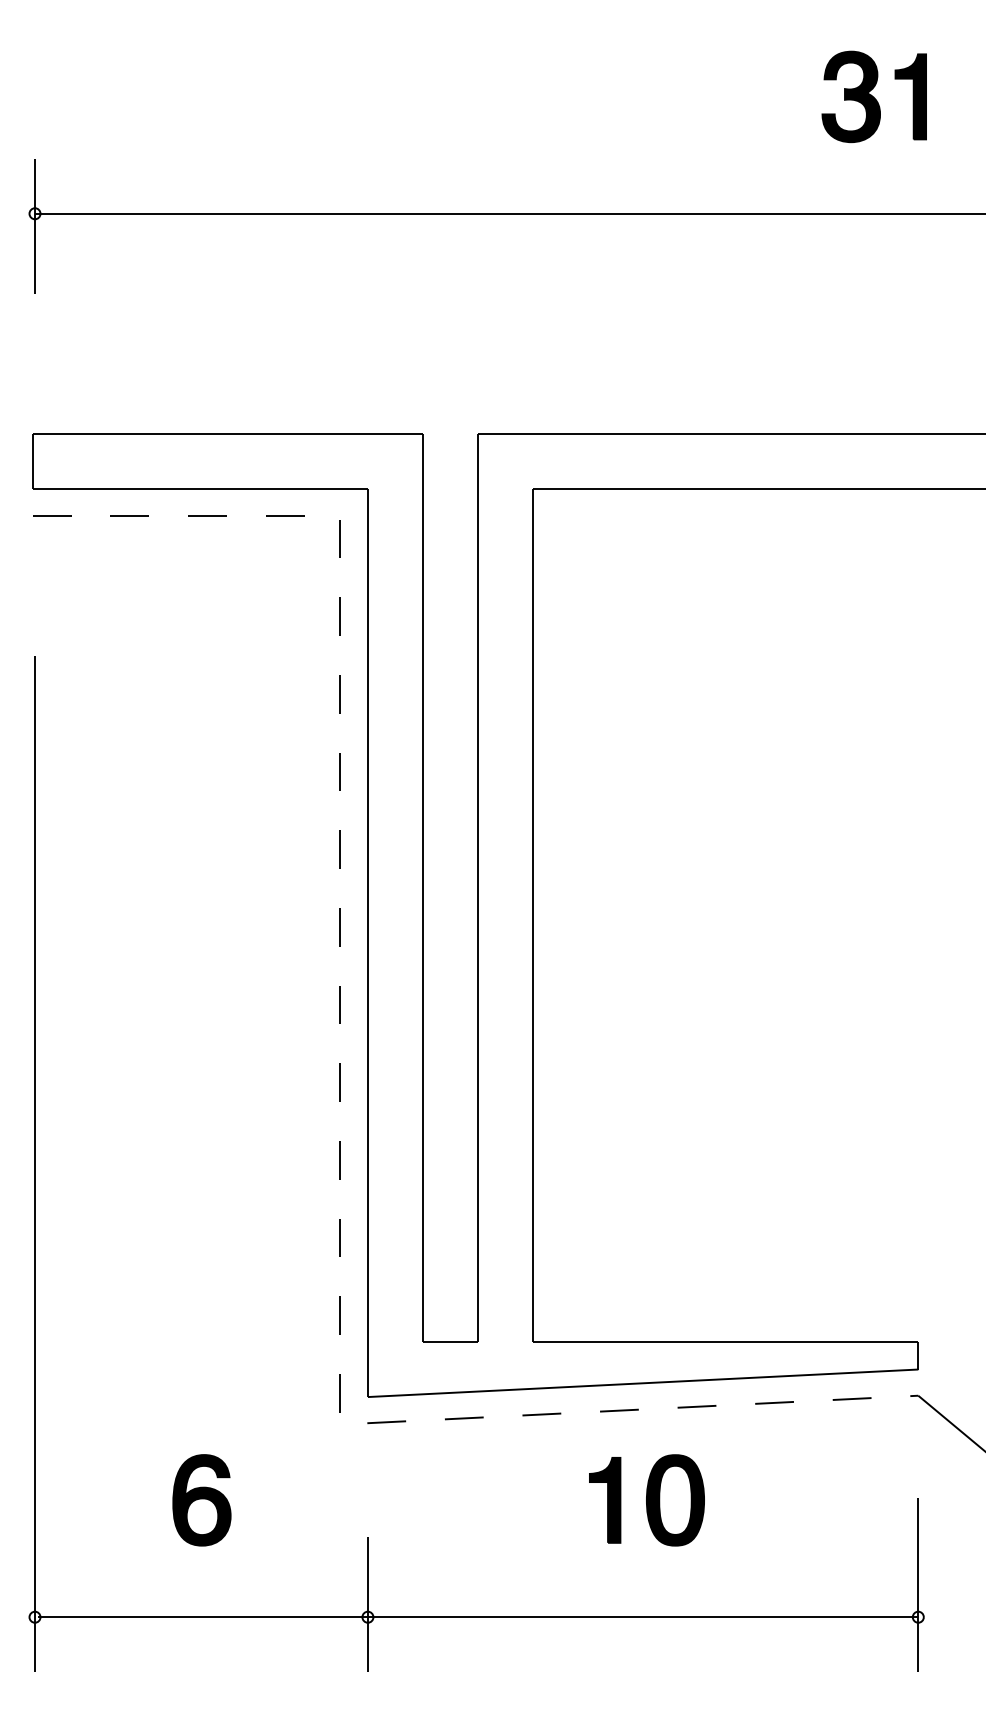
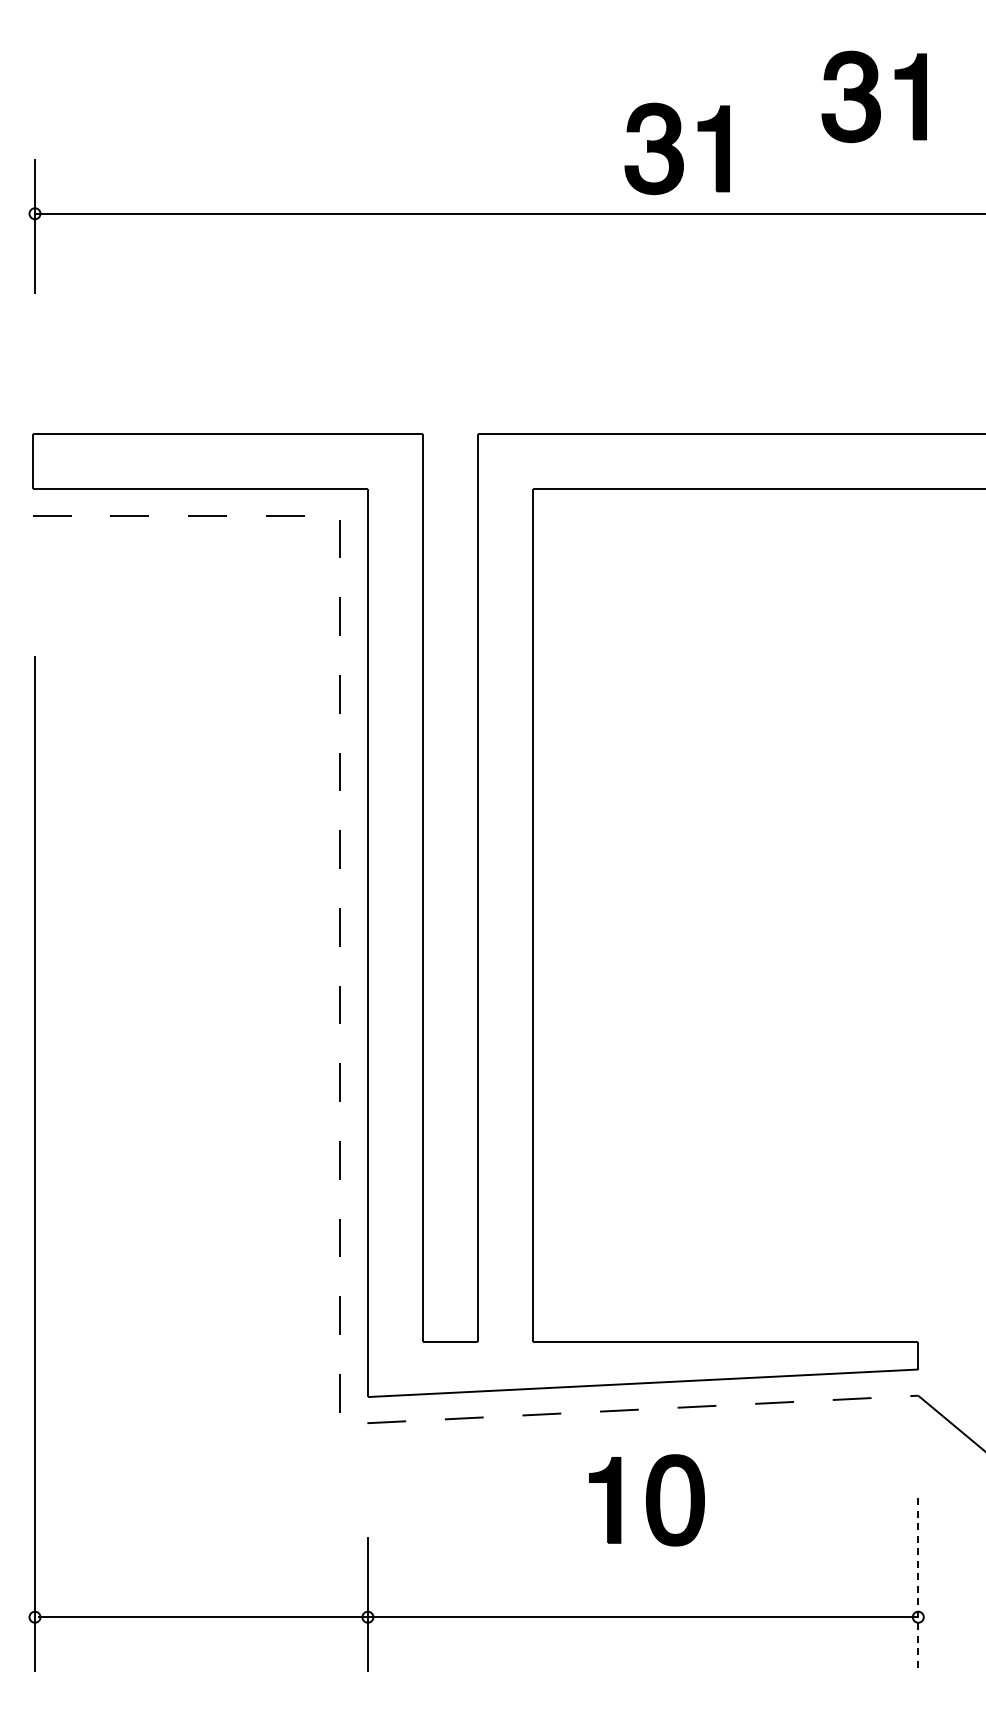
part at (676, 148): none -> present
part at (201, 1500): present -> none
line at (918, 1585): solid -> dashed
